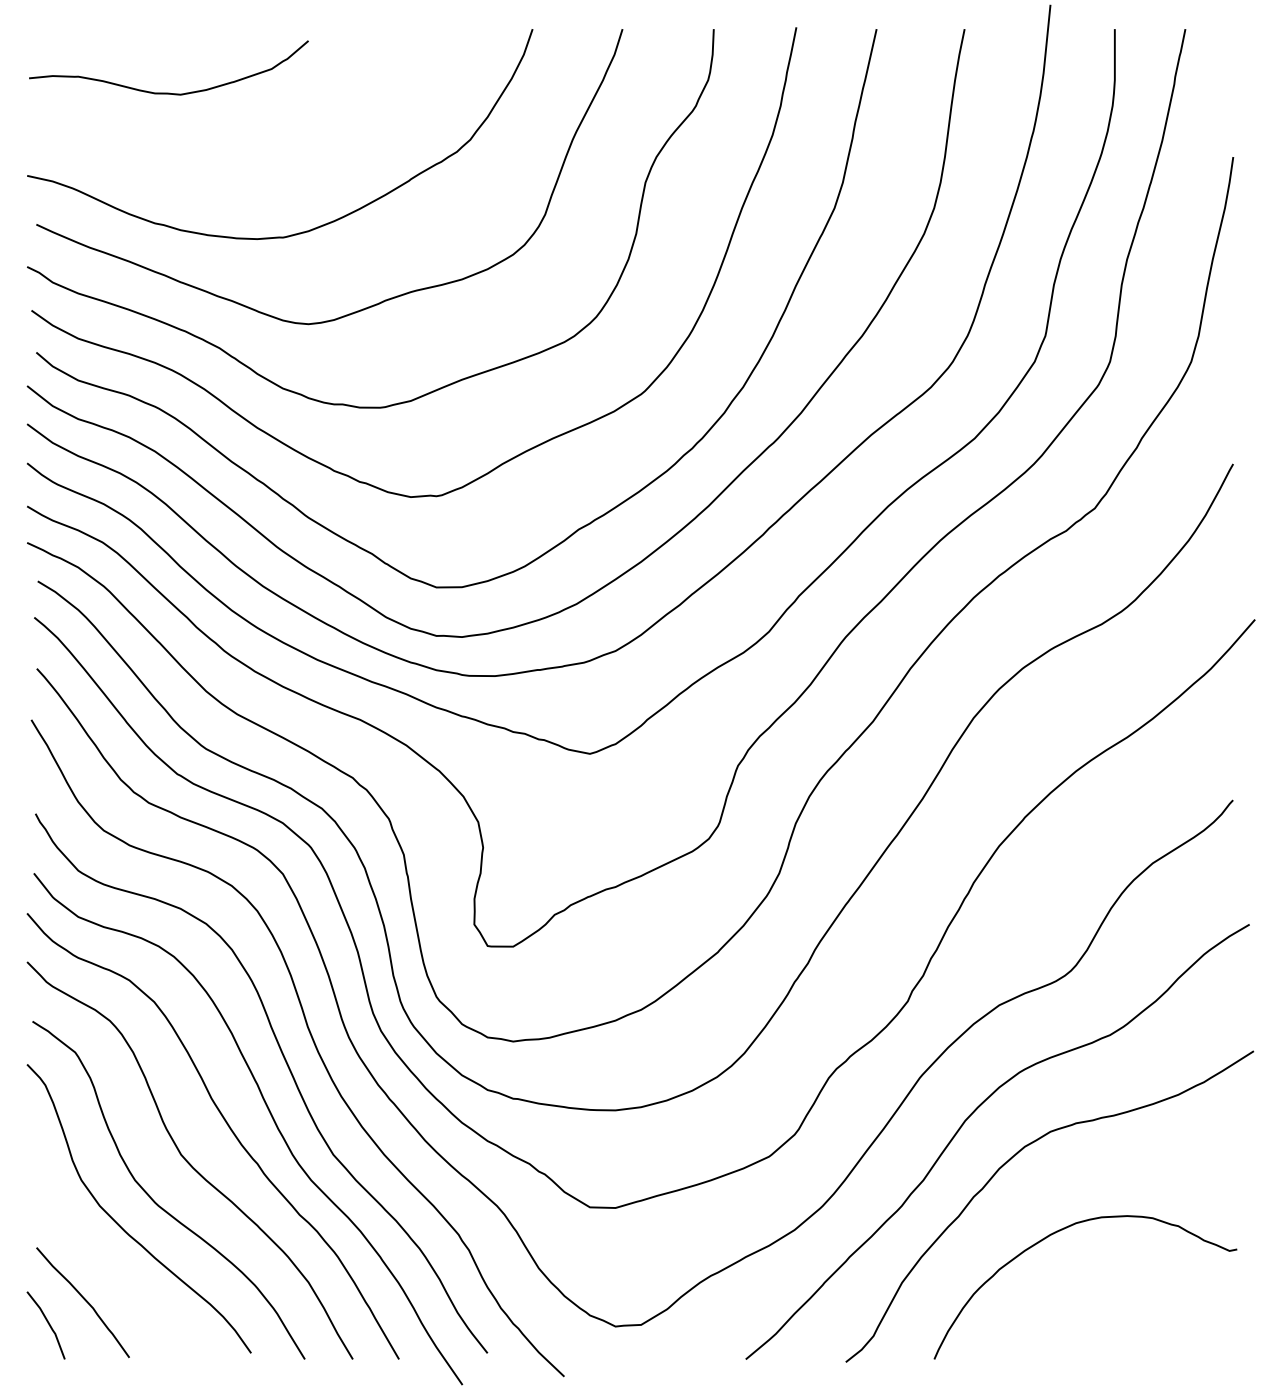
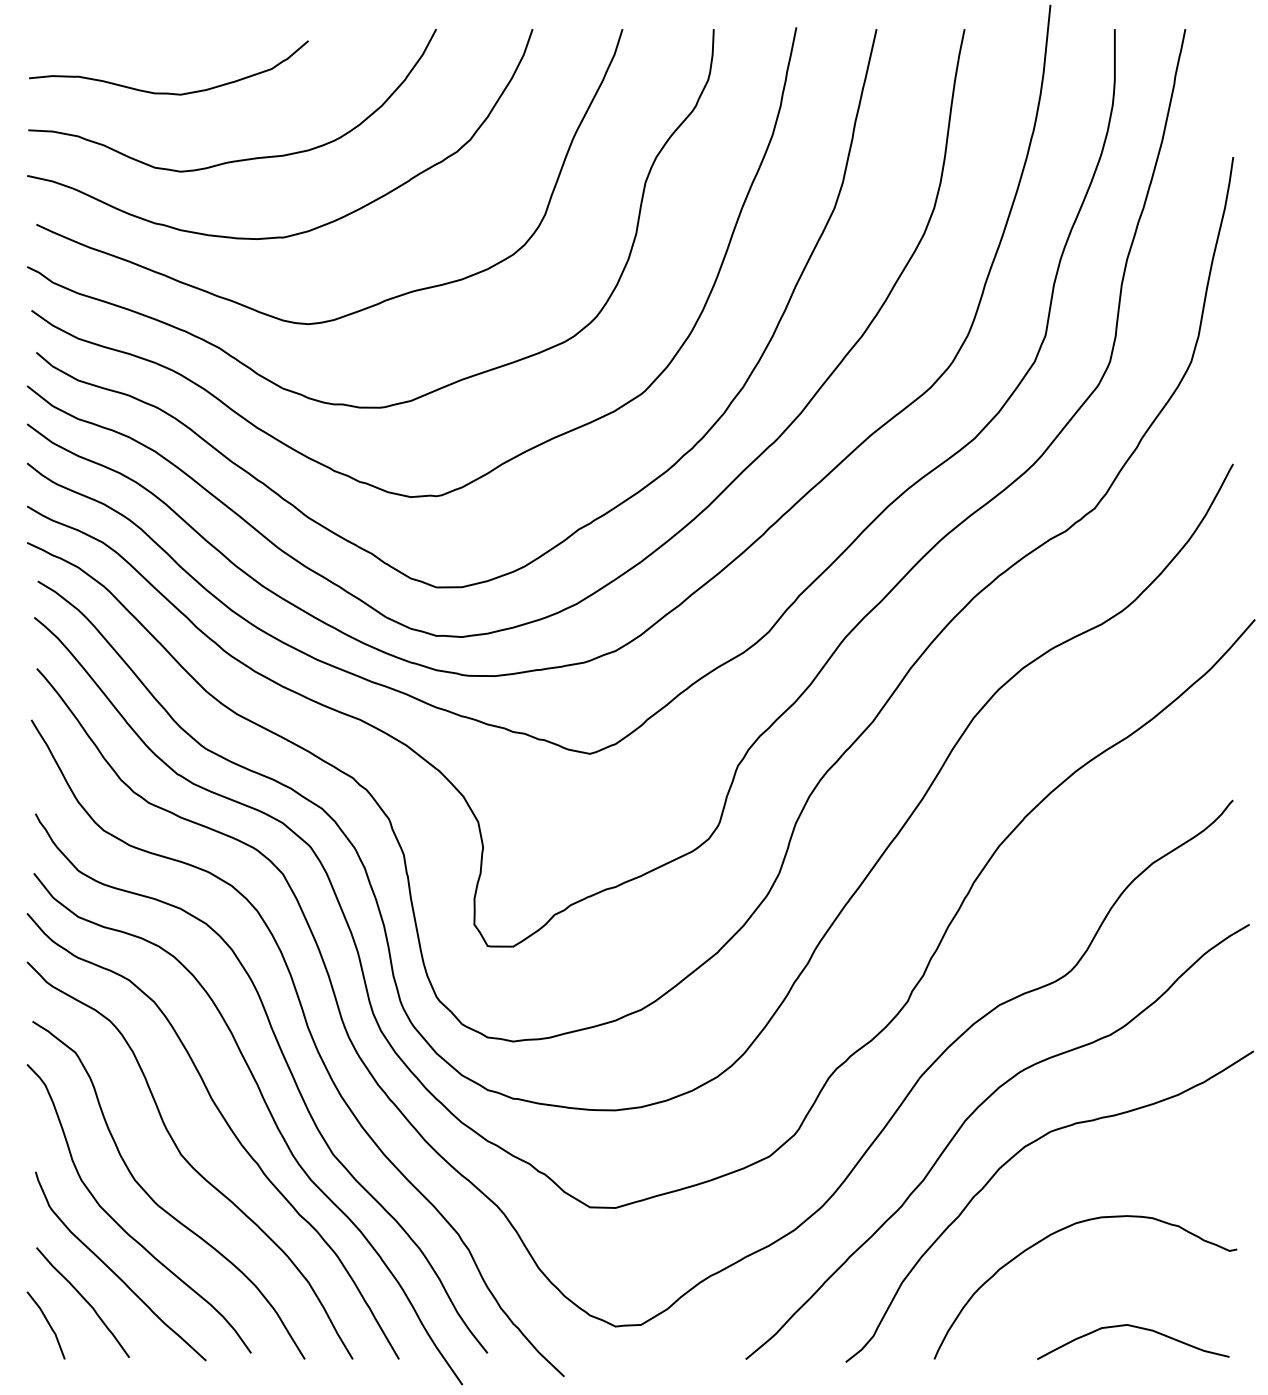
curve at (239, 159): none -> present
curve at (114, 1271): none -> present
curve at (1137, 1328): none -> present
